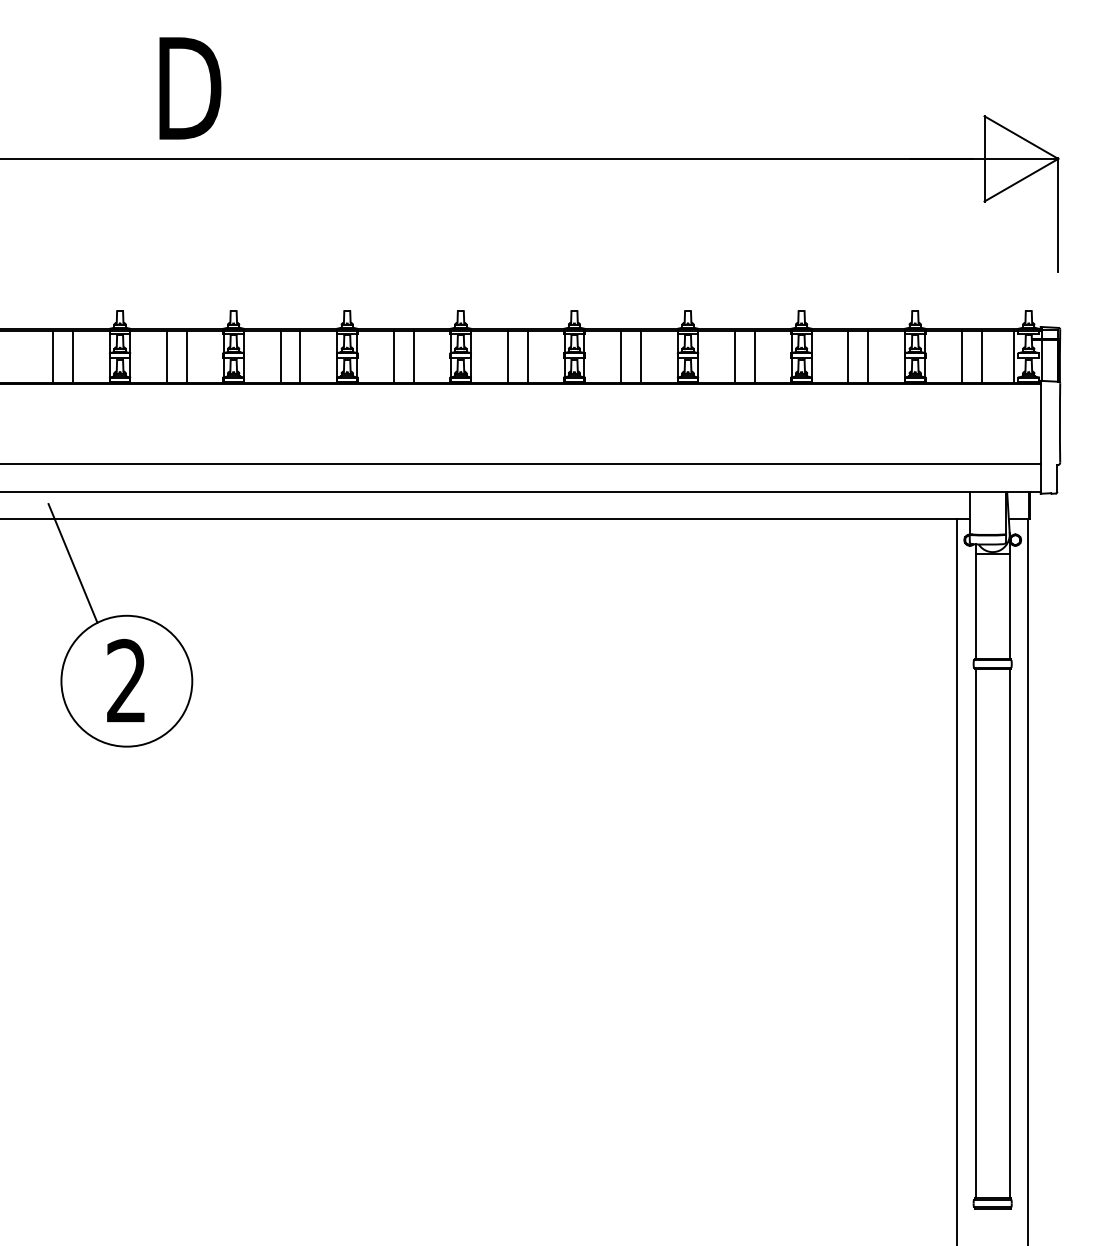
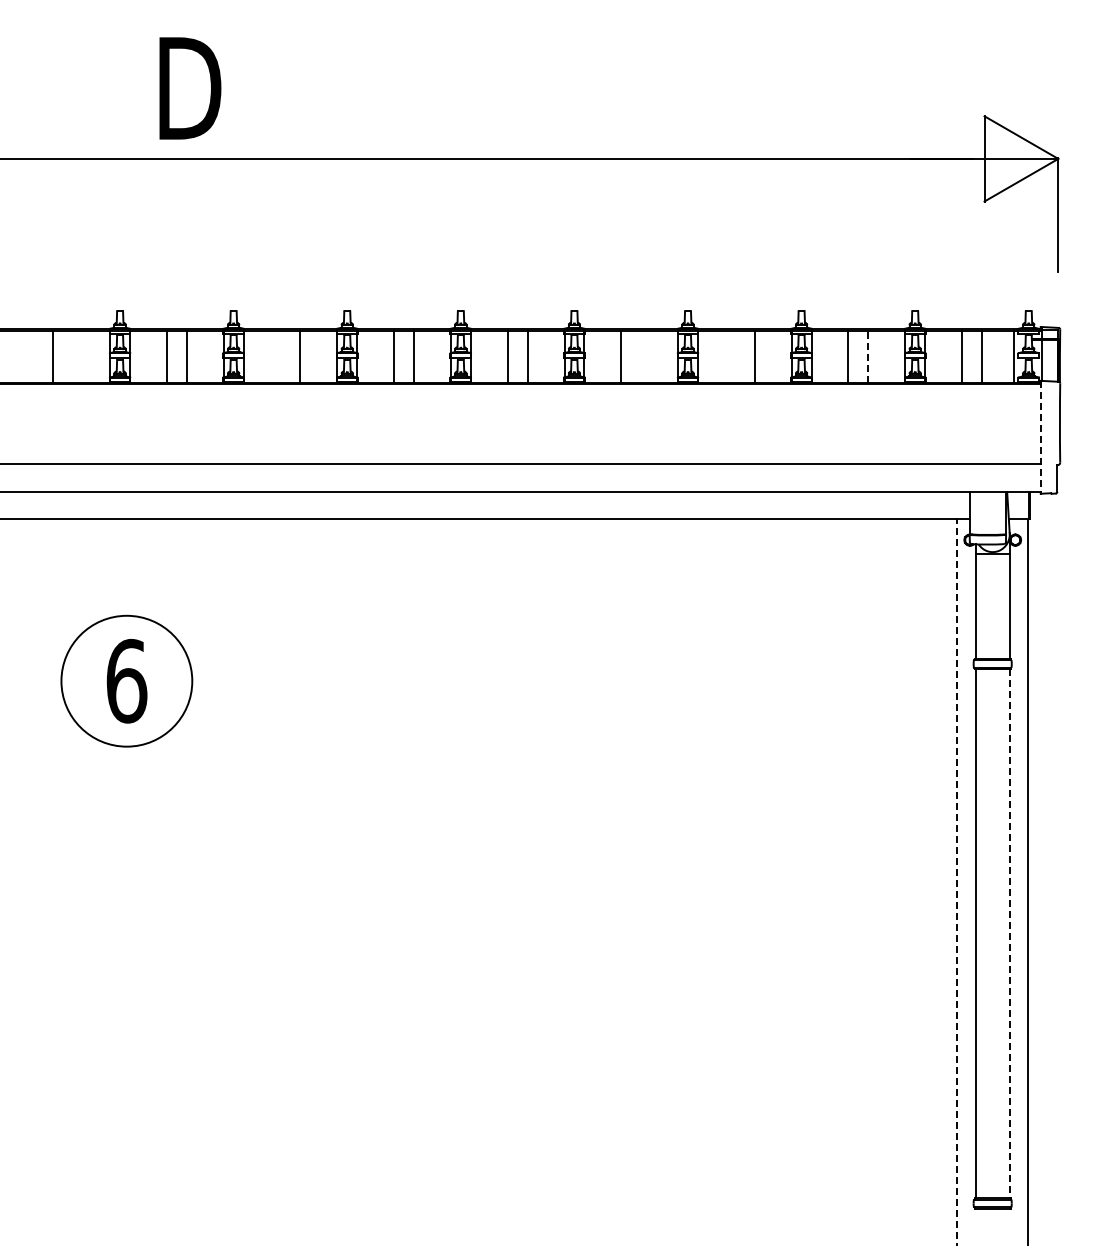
line at (73, 357): present -> none
line at (280, 357): present -> none
line at (641, 357): present -> none
line at (734, 357): present -> none
line at (868, 357): solid -> dashed
line at (1040, 437): solid -> dashed
line at (72, 563): present -> none
text at (126, 680): 2 -> 6
line at (957, 882): solid -> dashed
line at (1009, 933): solid -> dashed
